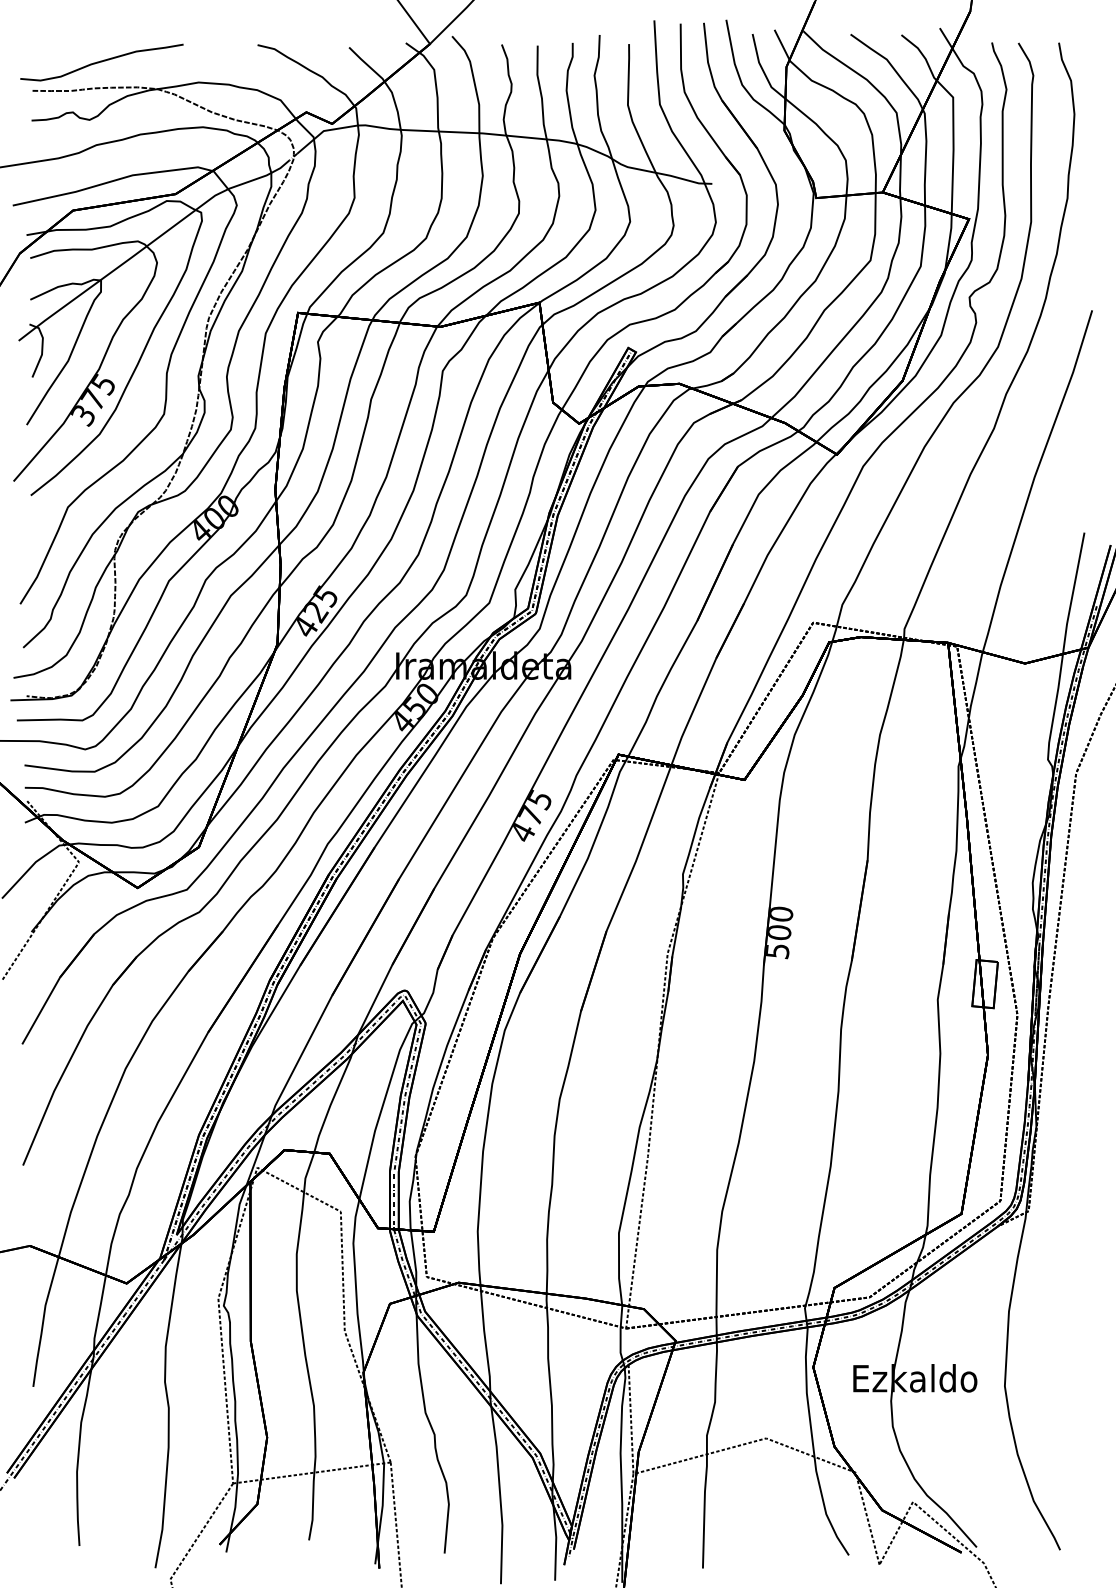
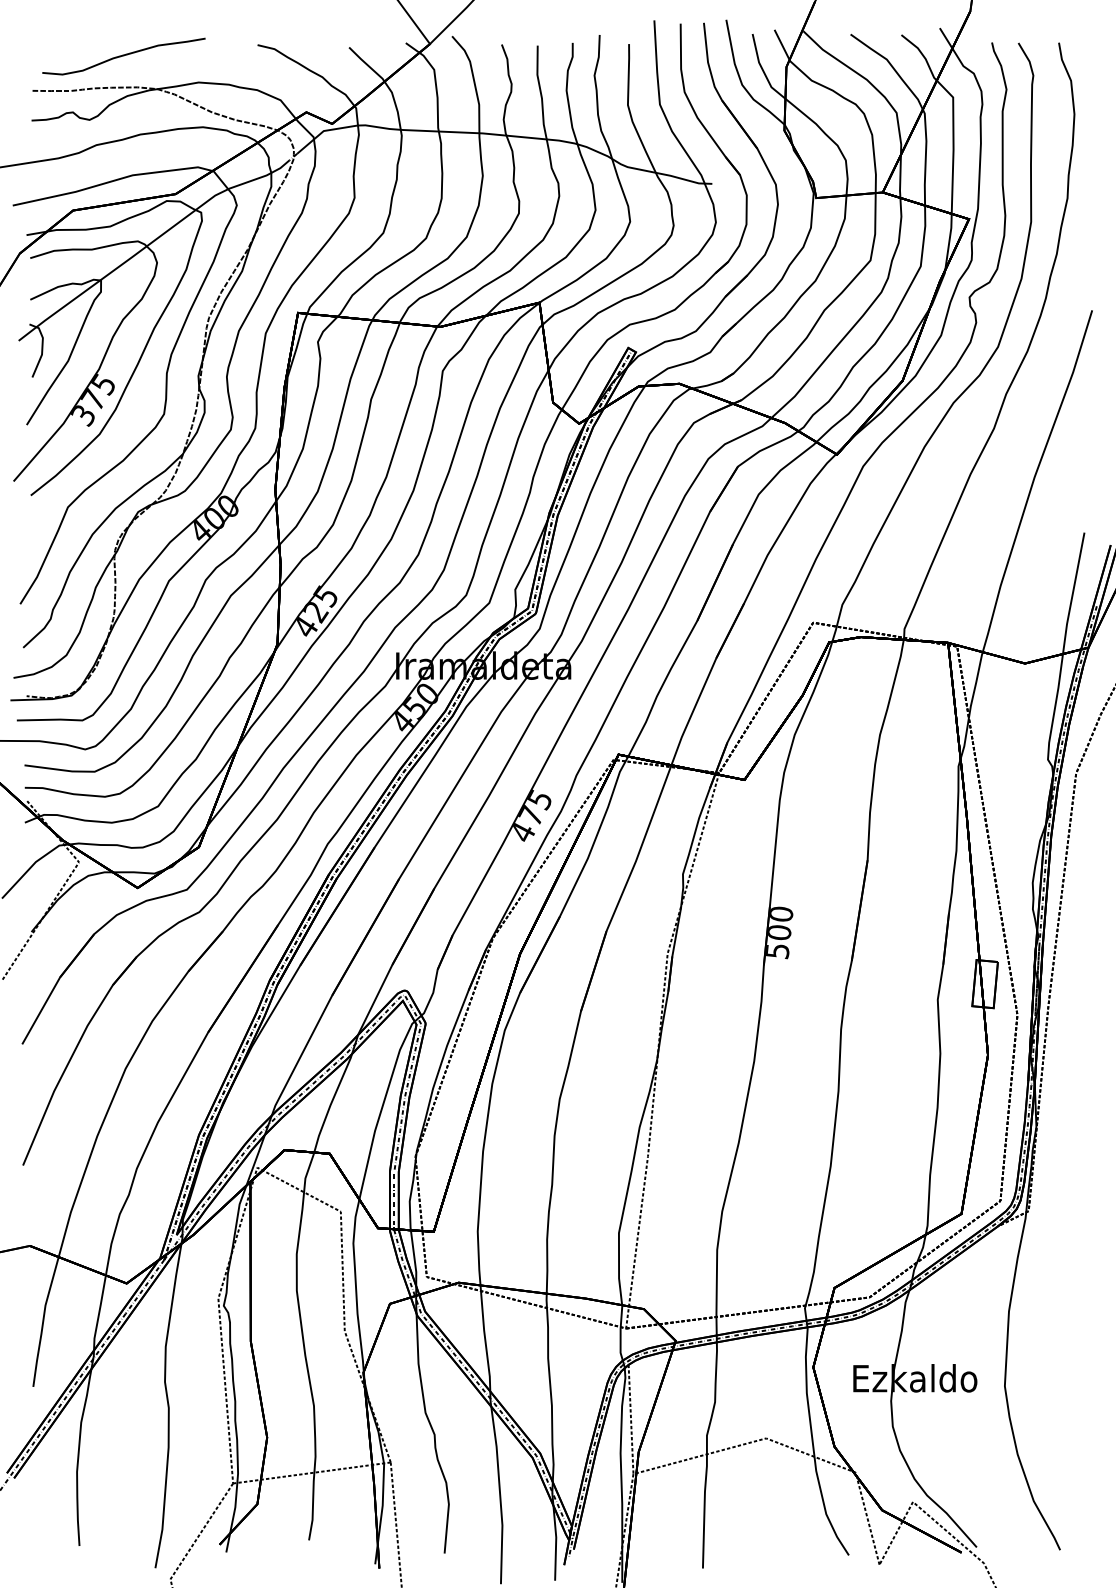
curve at (101, 62) position: (101, 62) -> (123, 56)
